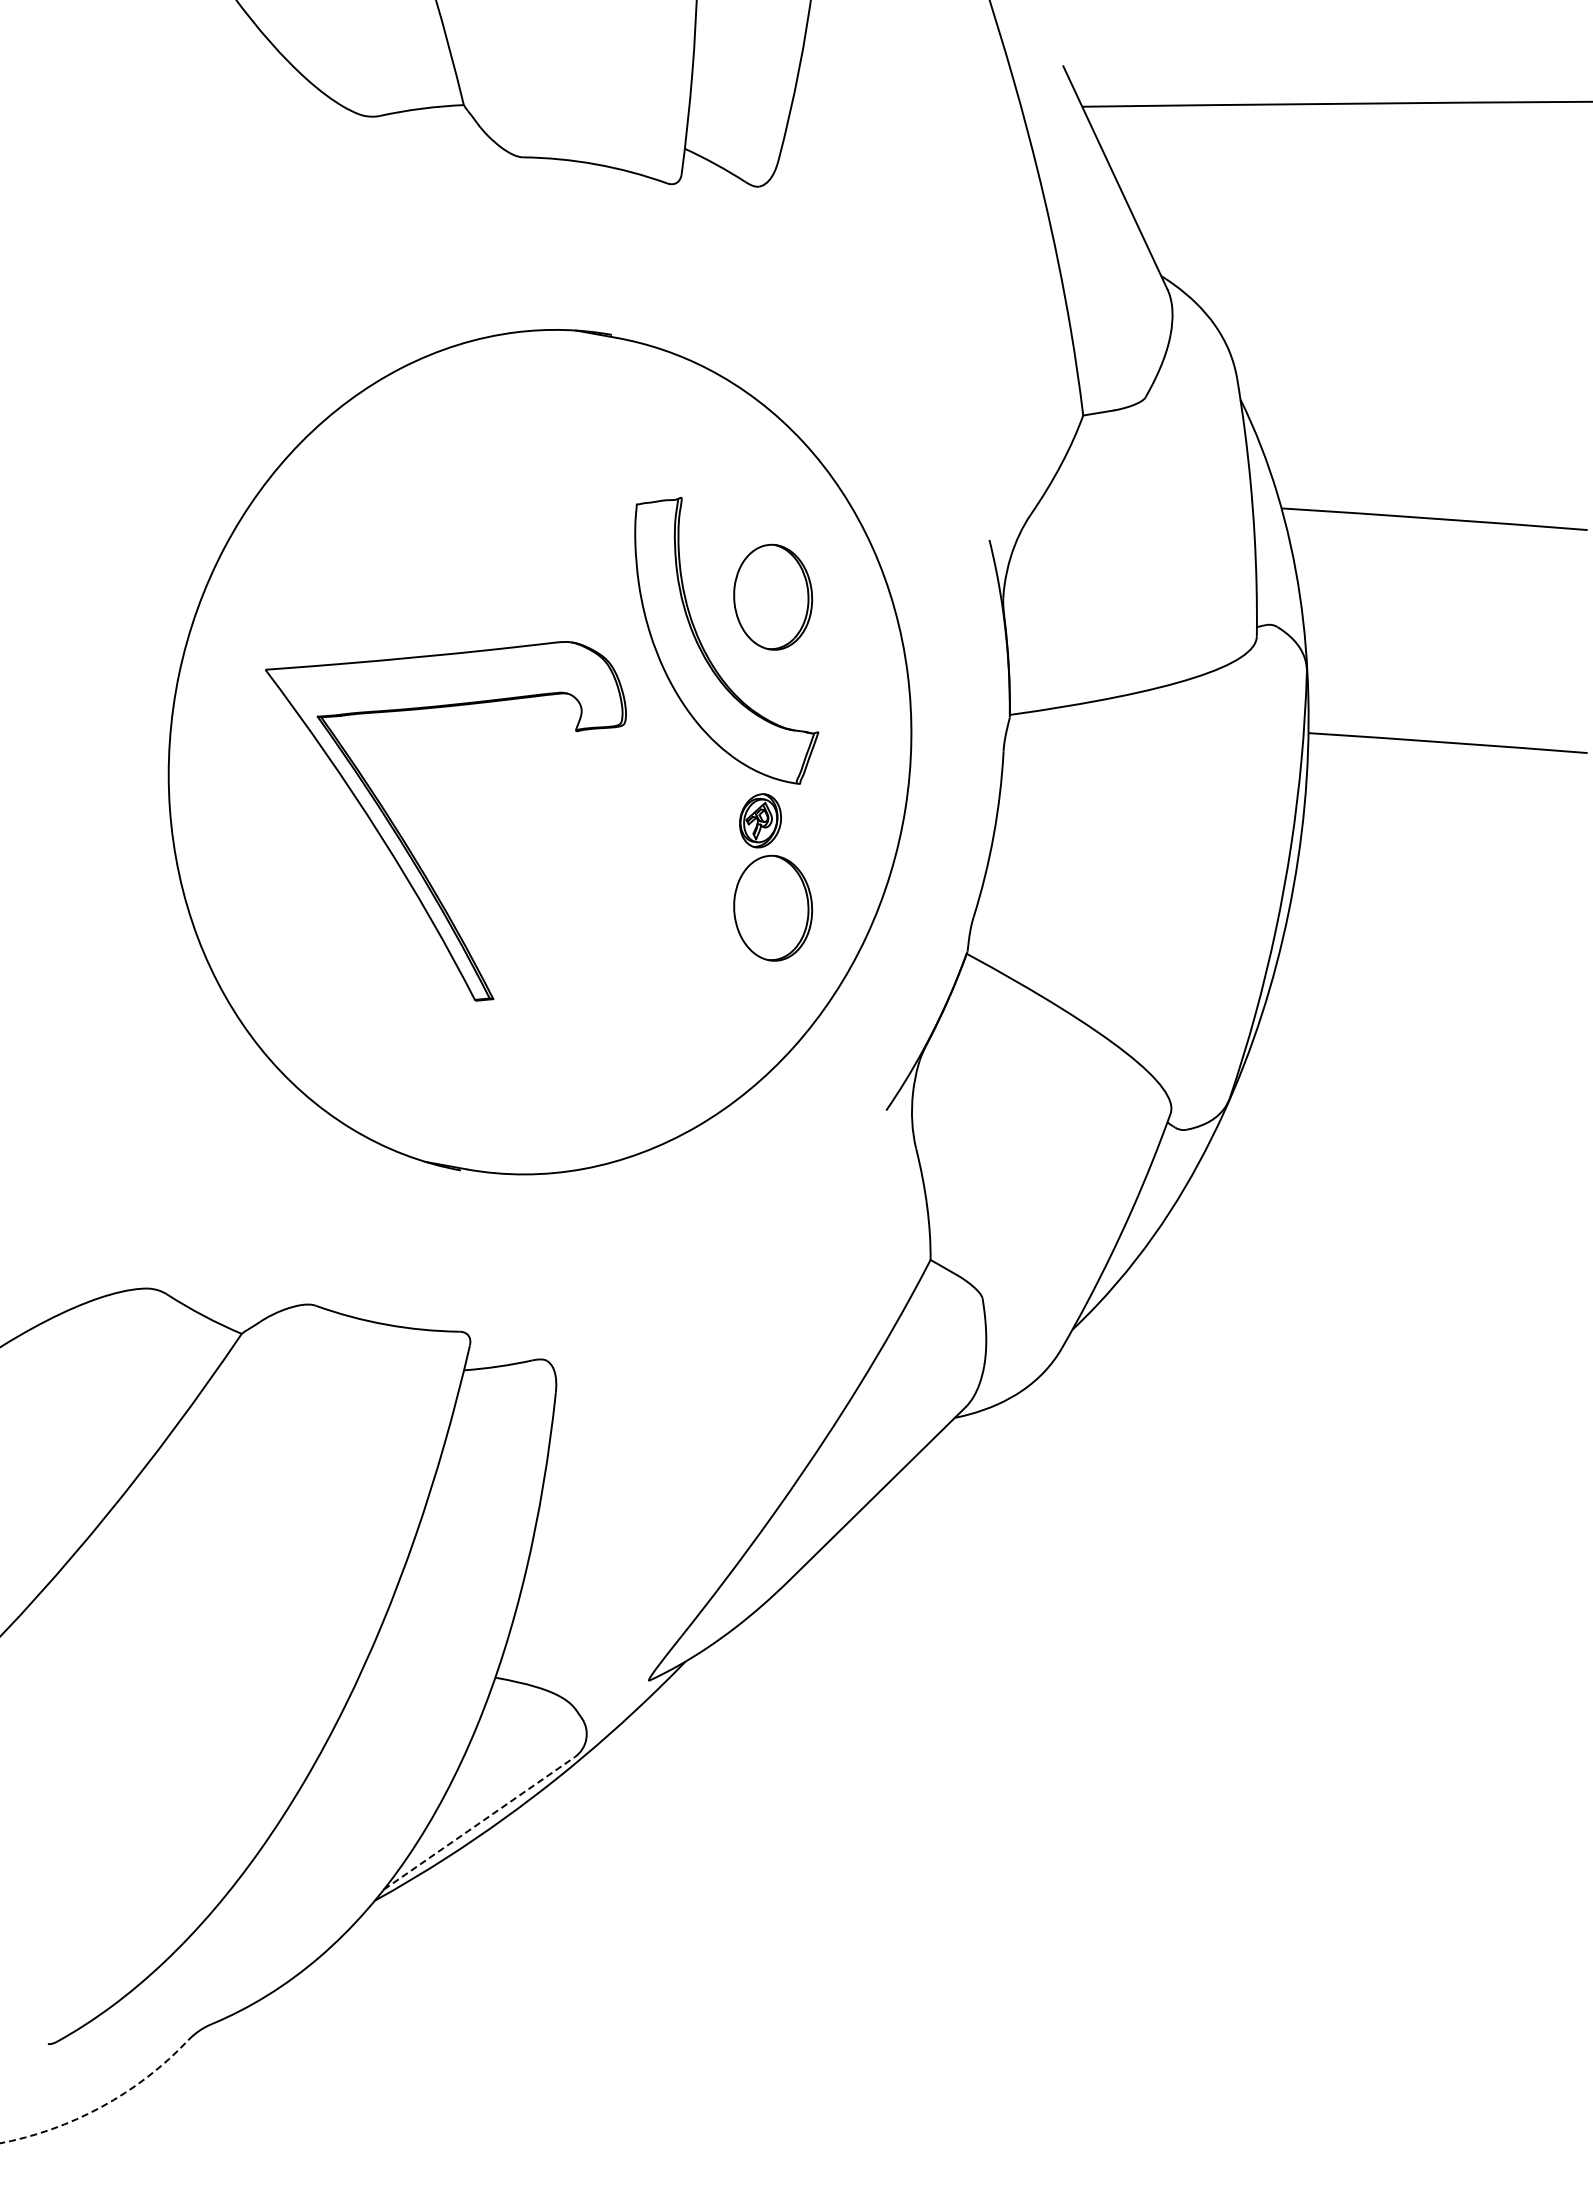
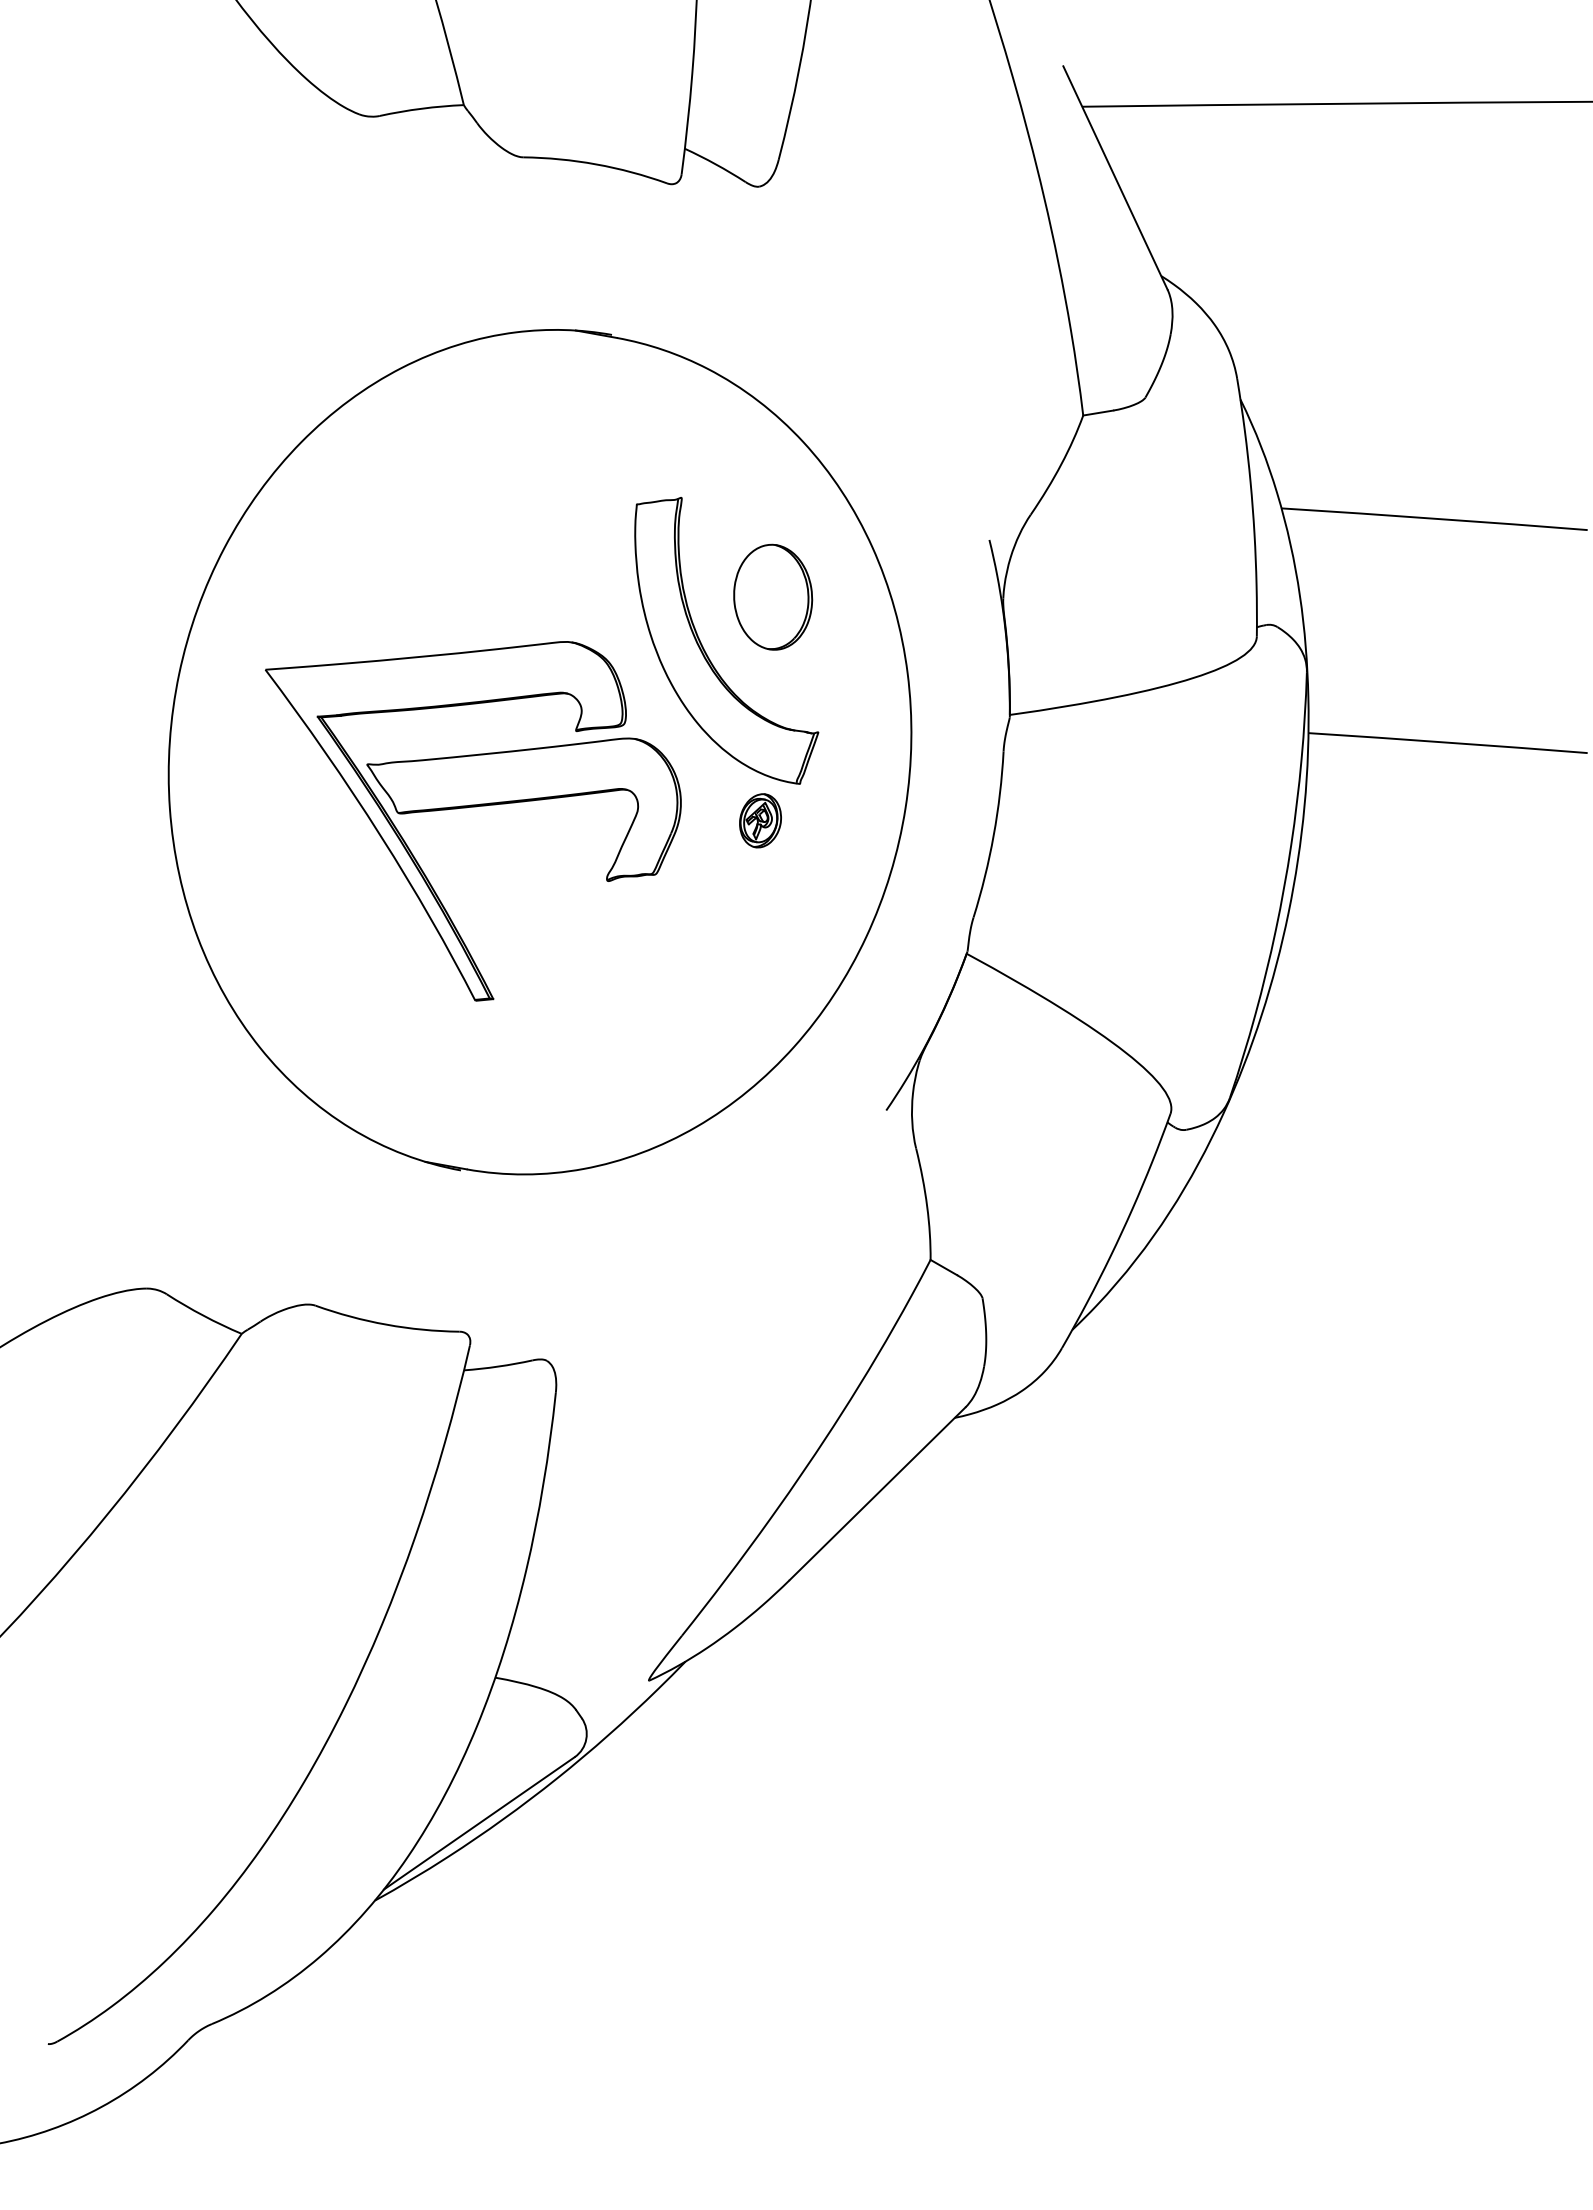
part at (523, 802): none -> present
part at (773, 907): present -> none
line at (479, 1823): dashed -> solid
arc at (102, 2106): dashed -> solid
